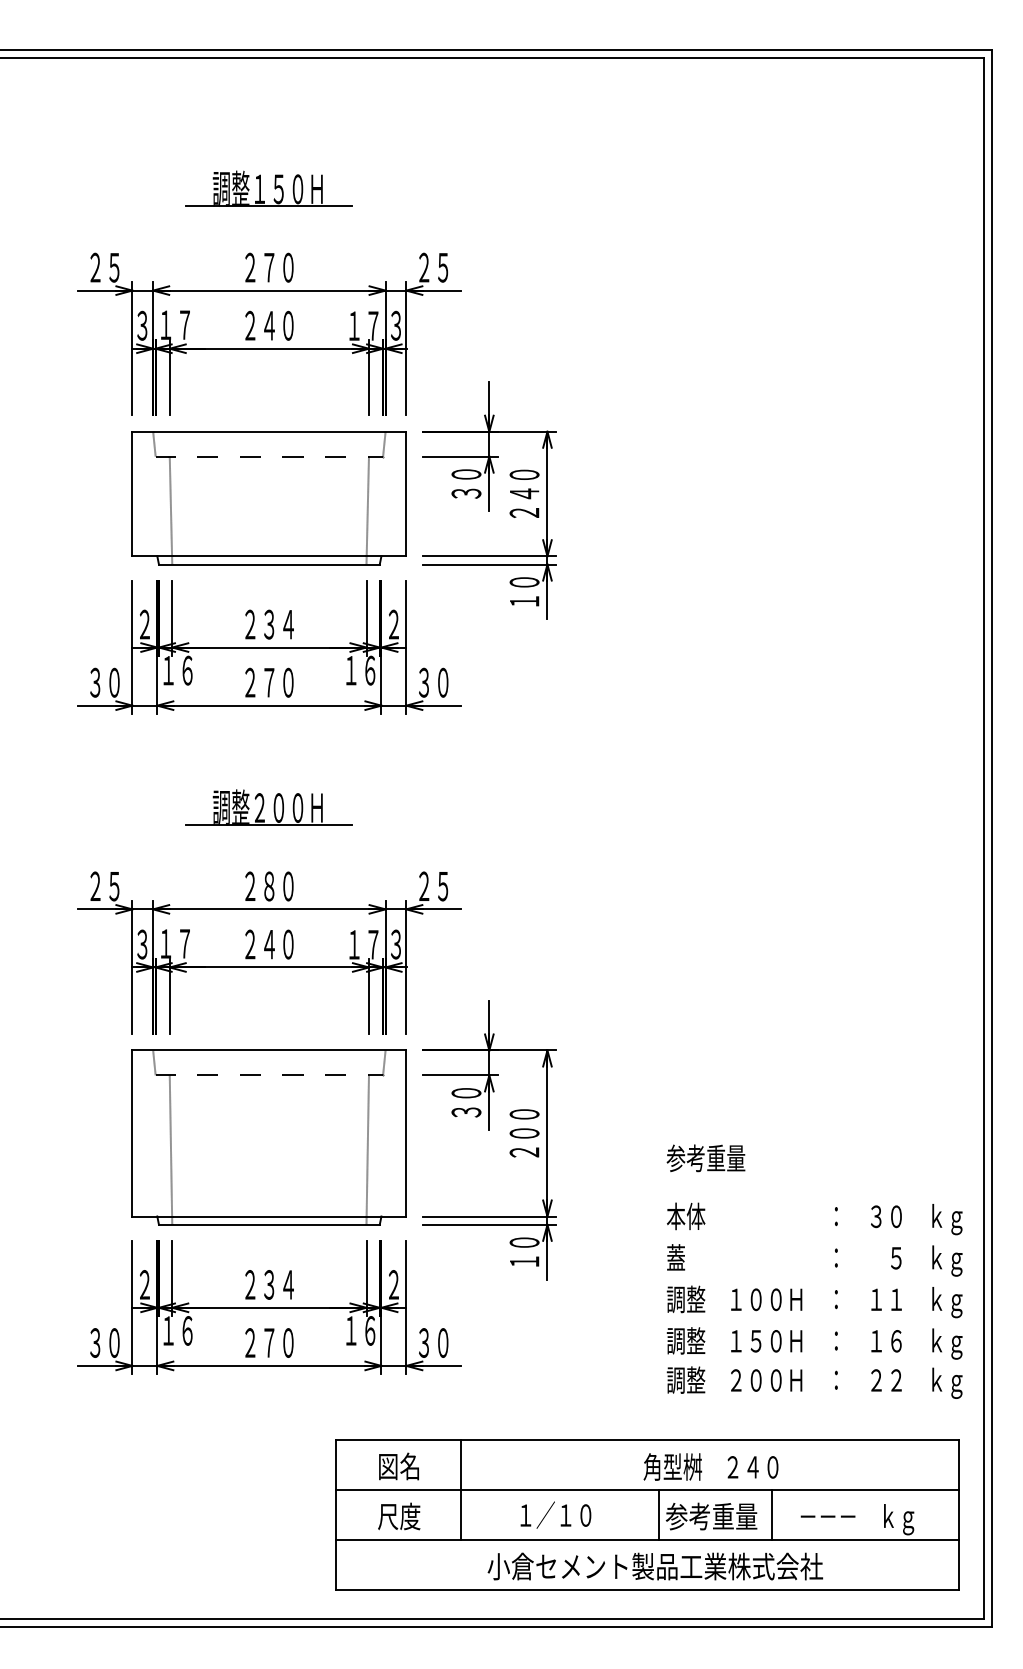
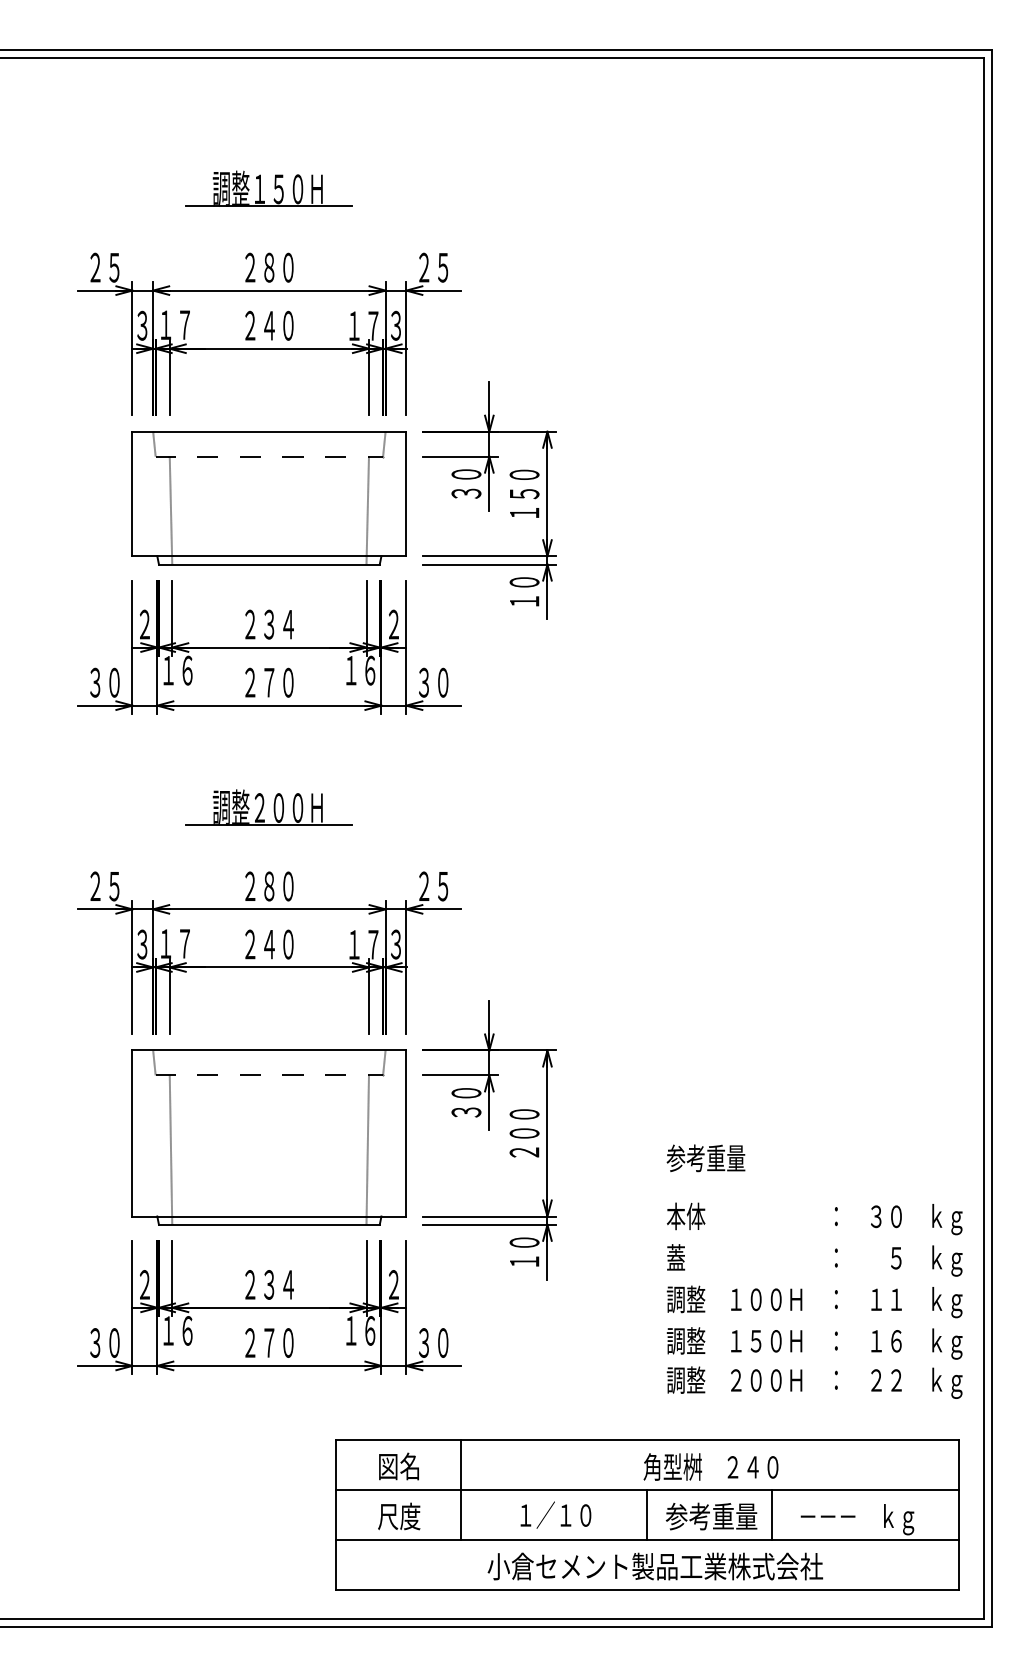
text at (269, 267): ２７０ -> ２８０
text at (524, 502): ２４０ -> １５０
line at (659, 1515) position: (659, 1515) -> (647, 1515)
